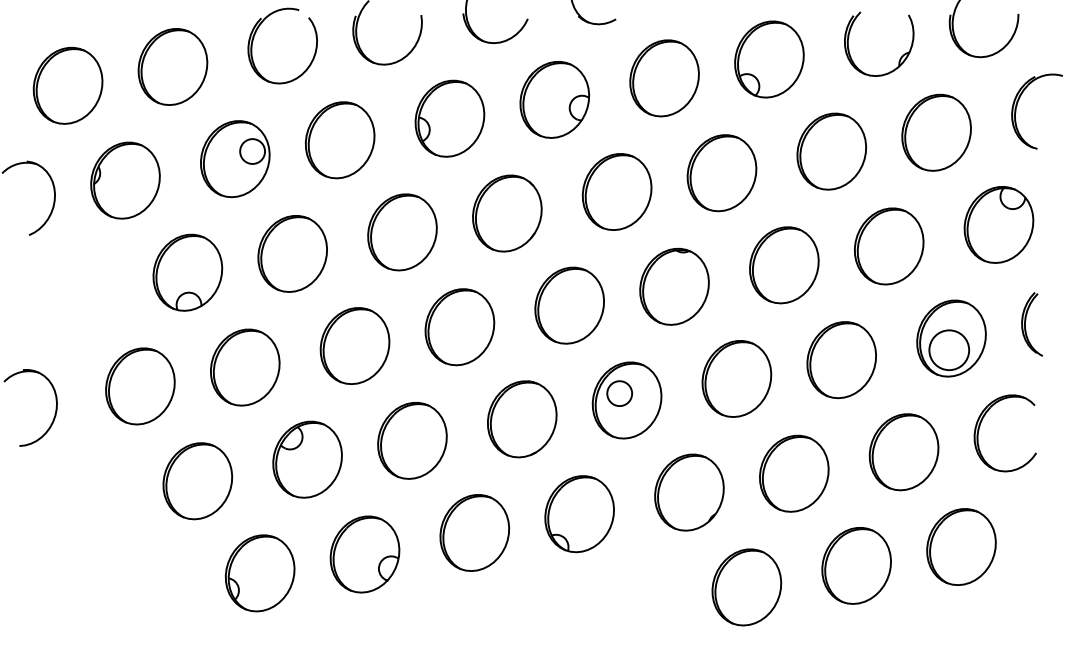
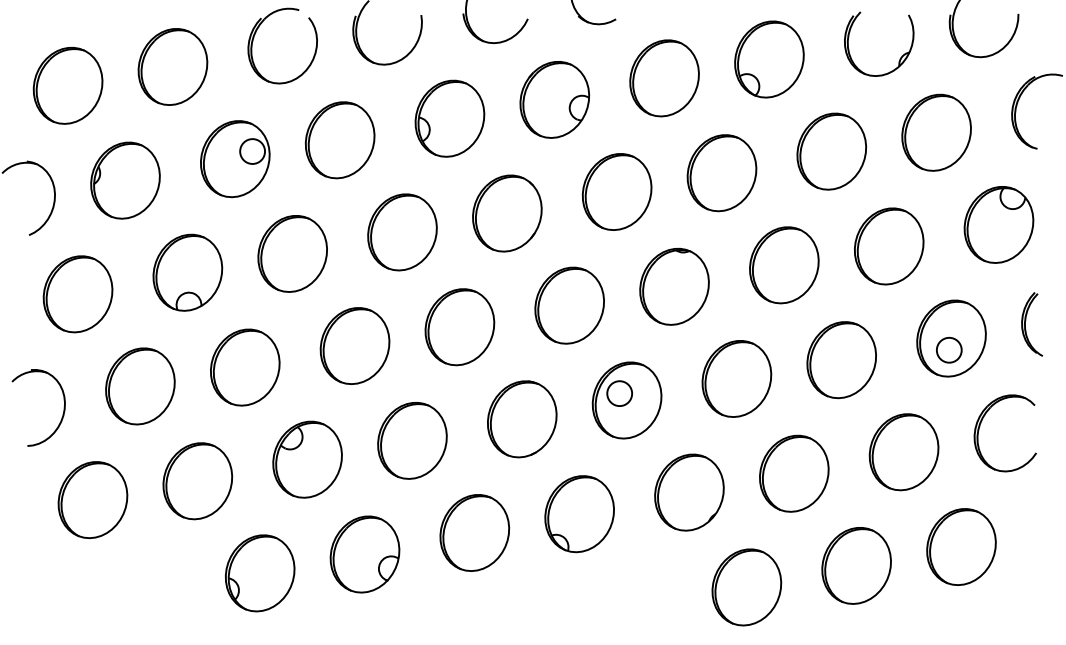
part at (77, 294): none -> present
circle at (949, 350) diameter: 40 px -> 25 px
part at (54, 413) position: (54, 413) -> (62, 413)
part at (92, 500): none -> present
